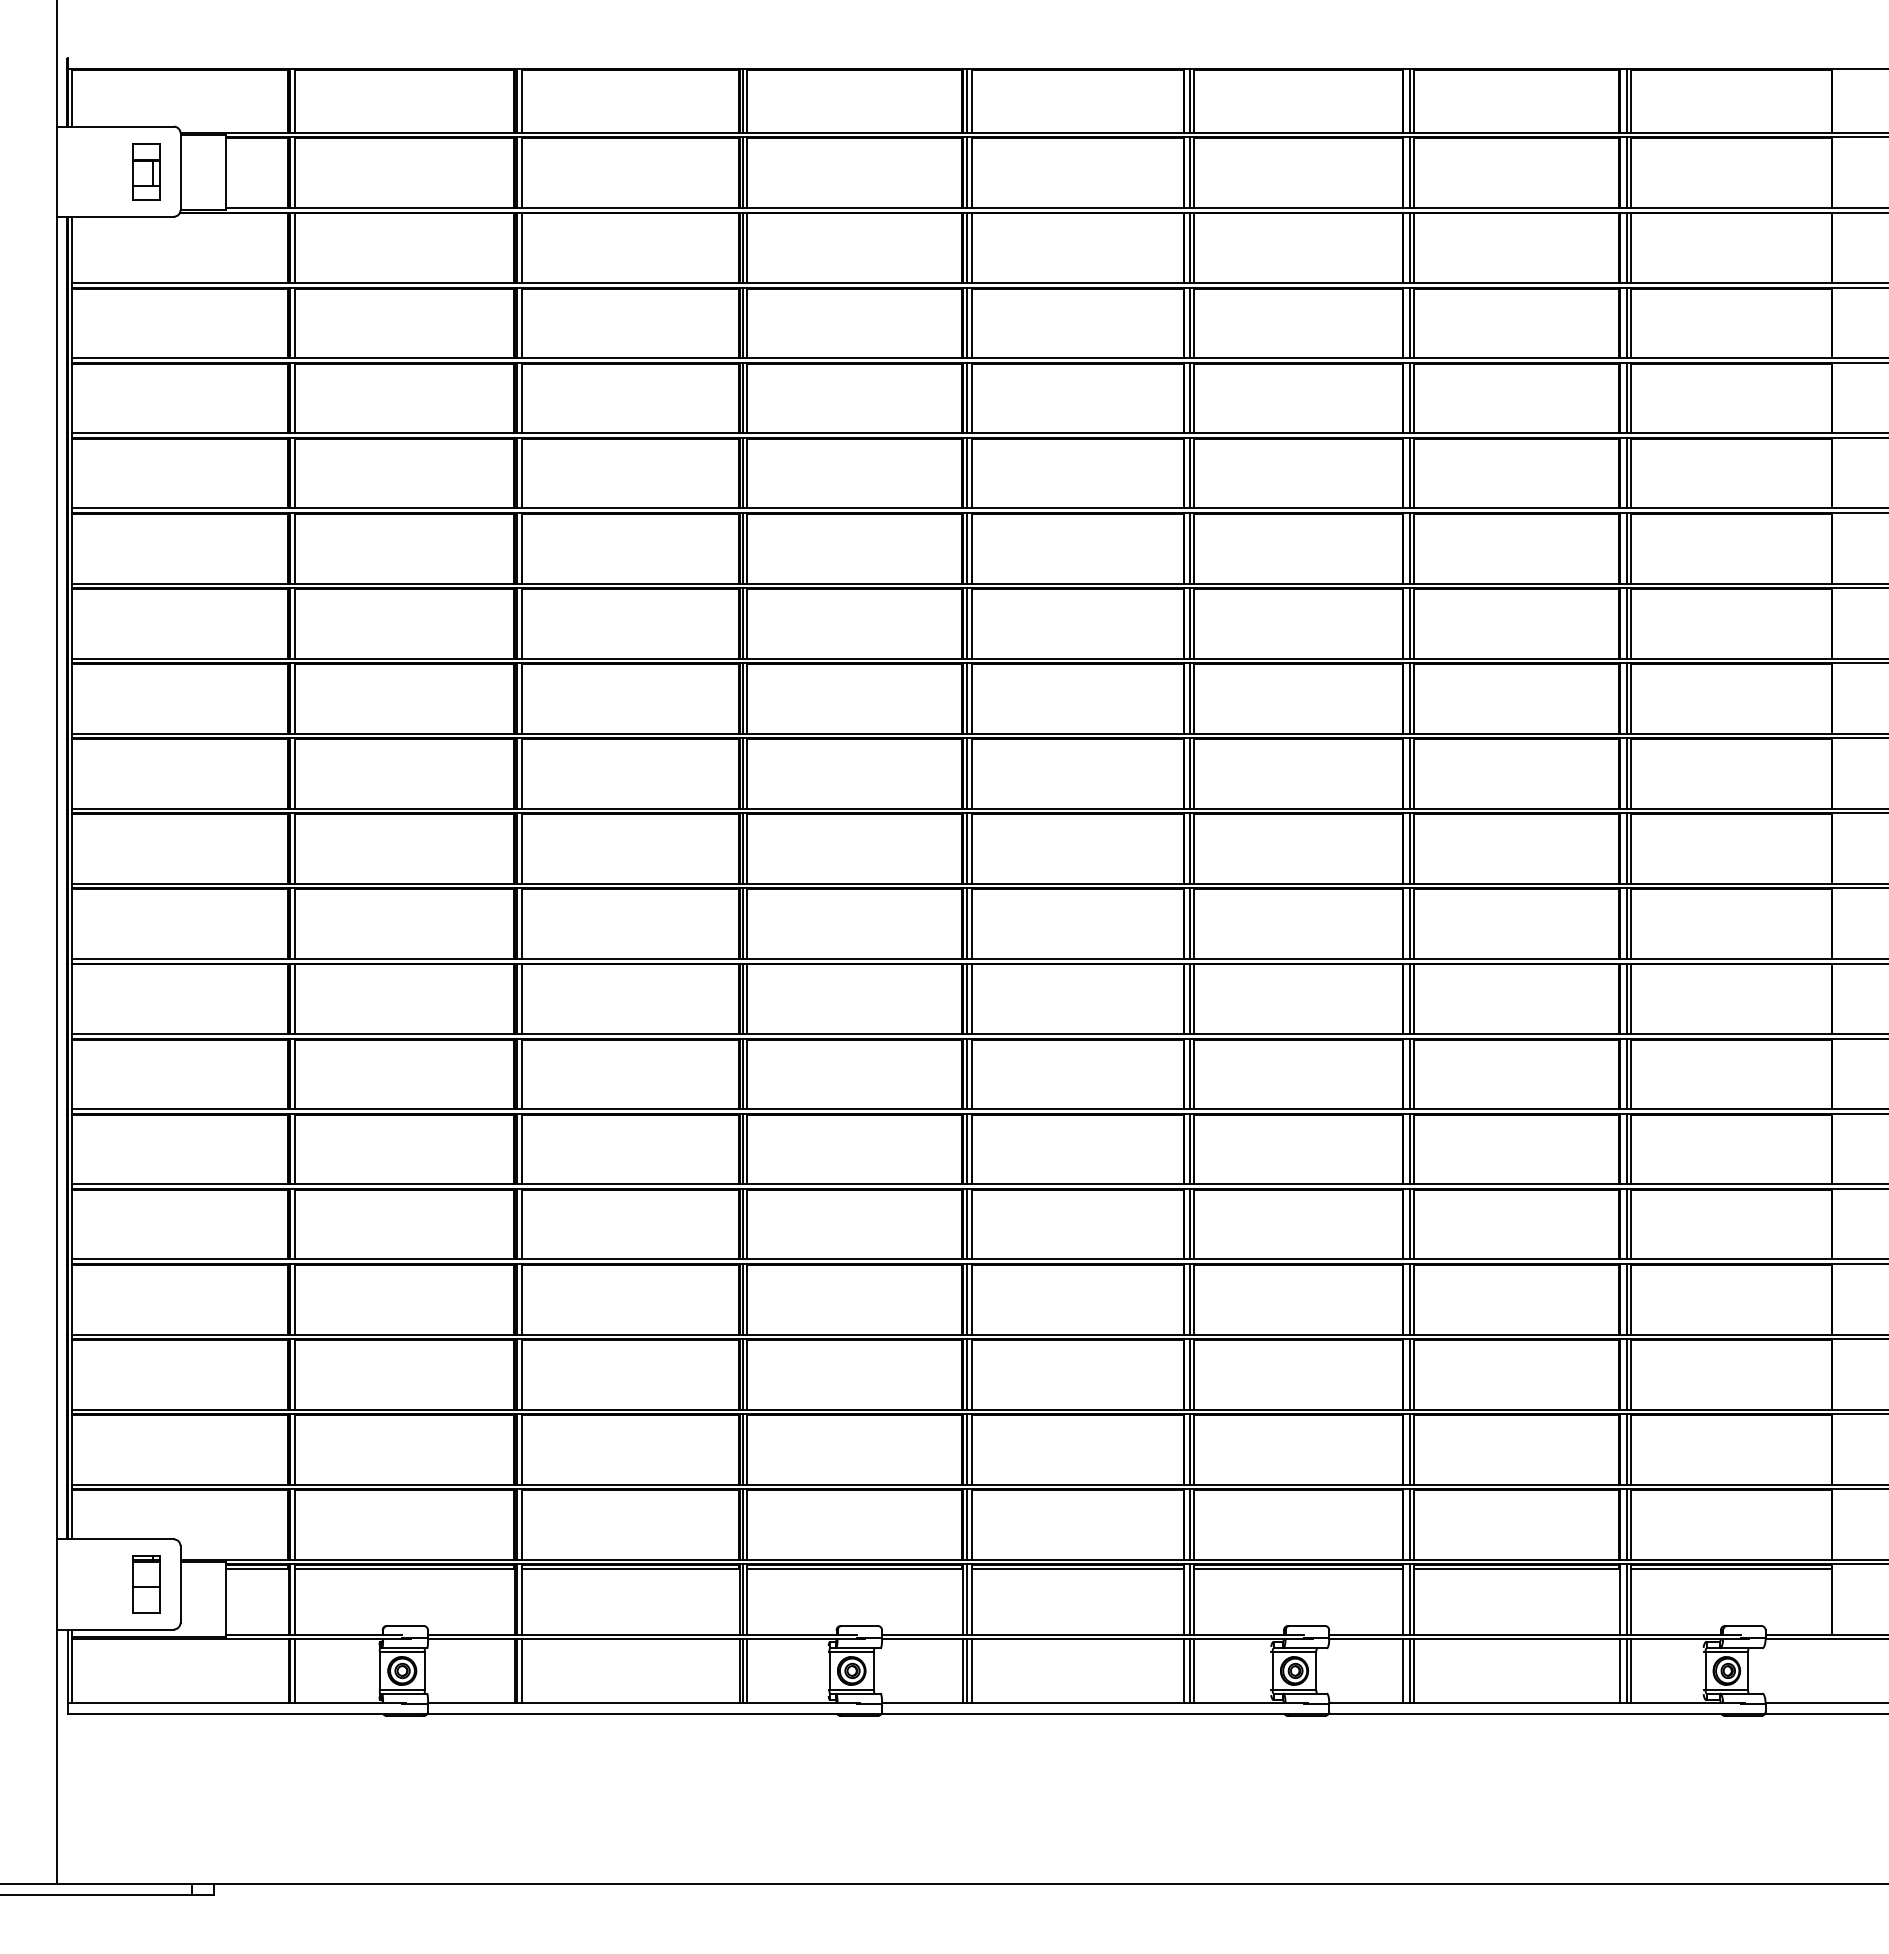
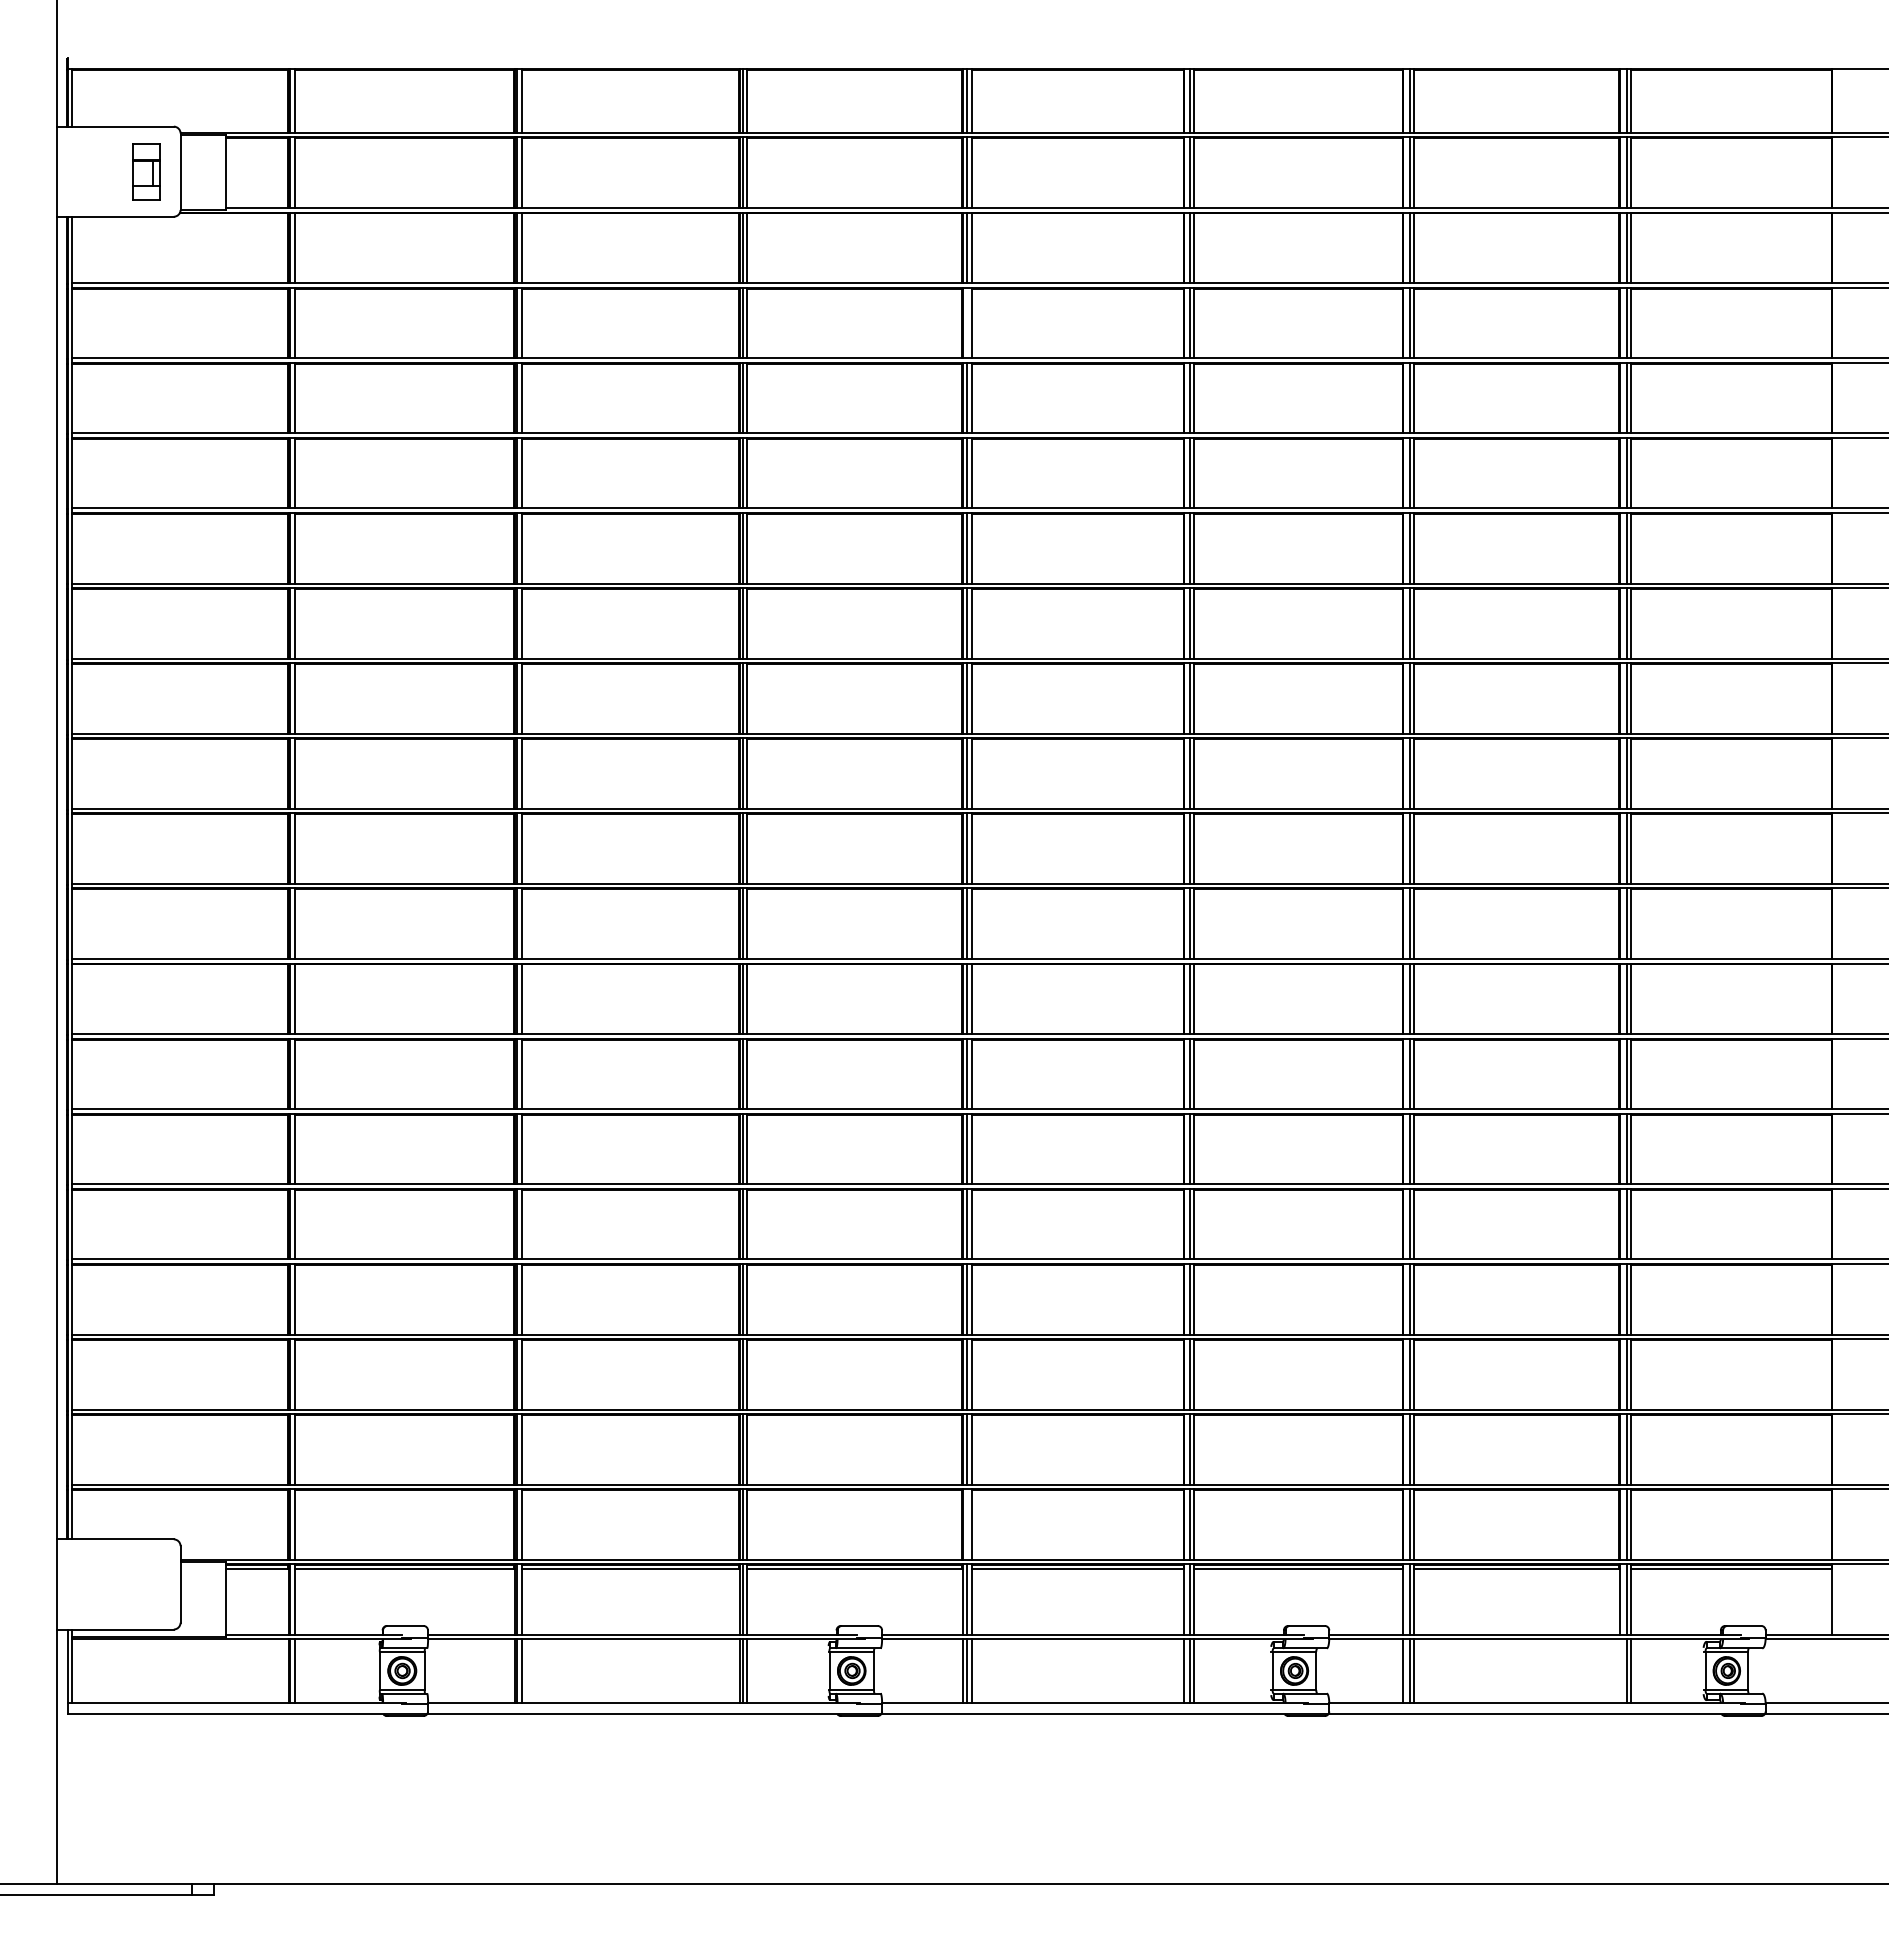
line at (967, 322): present -> none
line at (967, 1524): present -> none
part at (146, 1584): present -> none
line at (1619, 1670): present -> none
